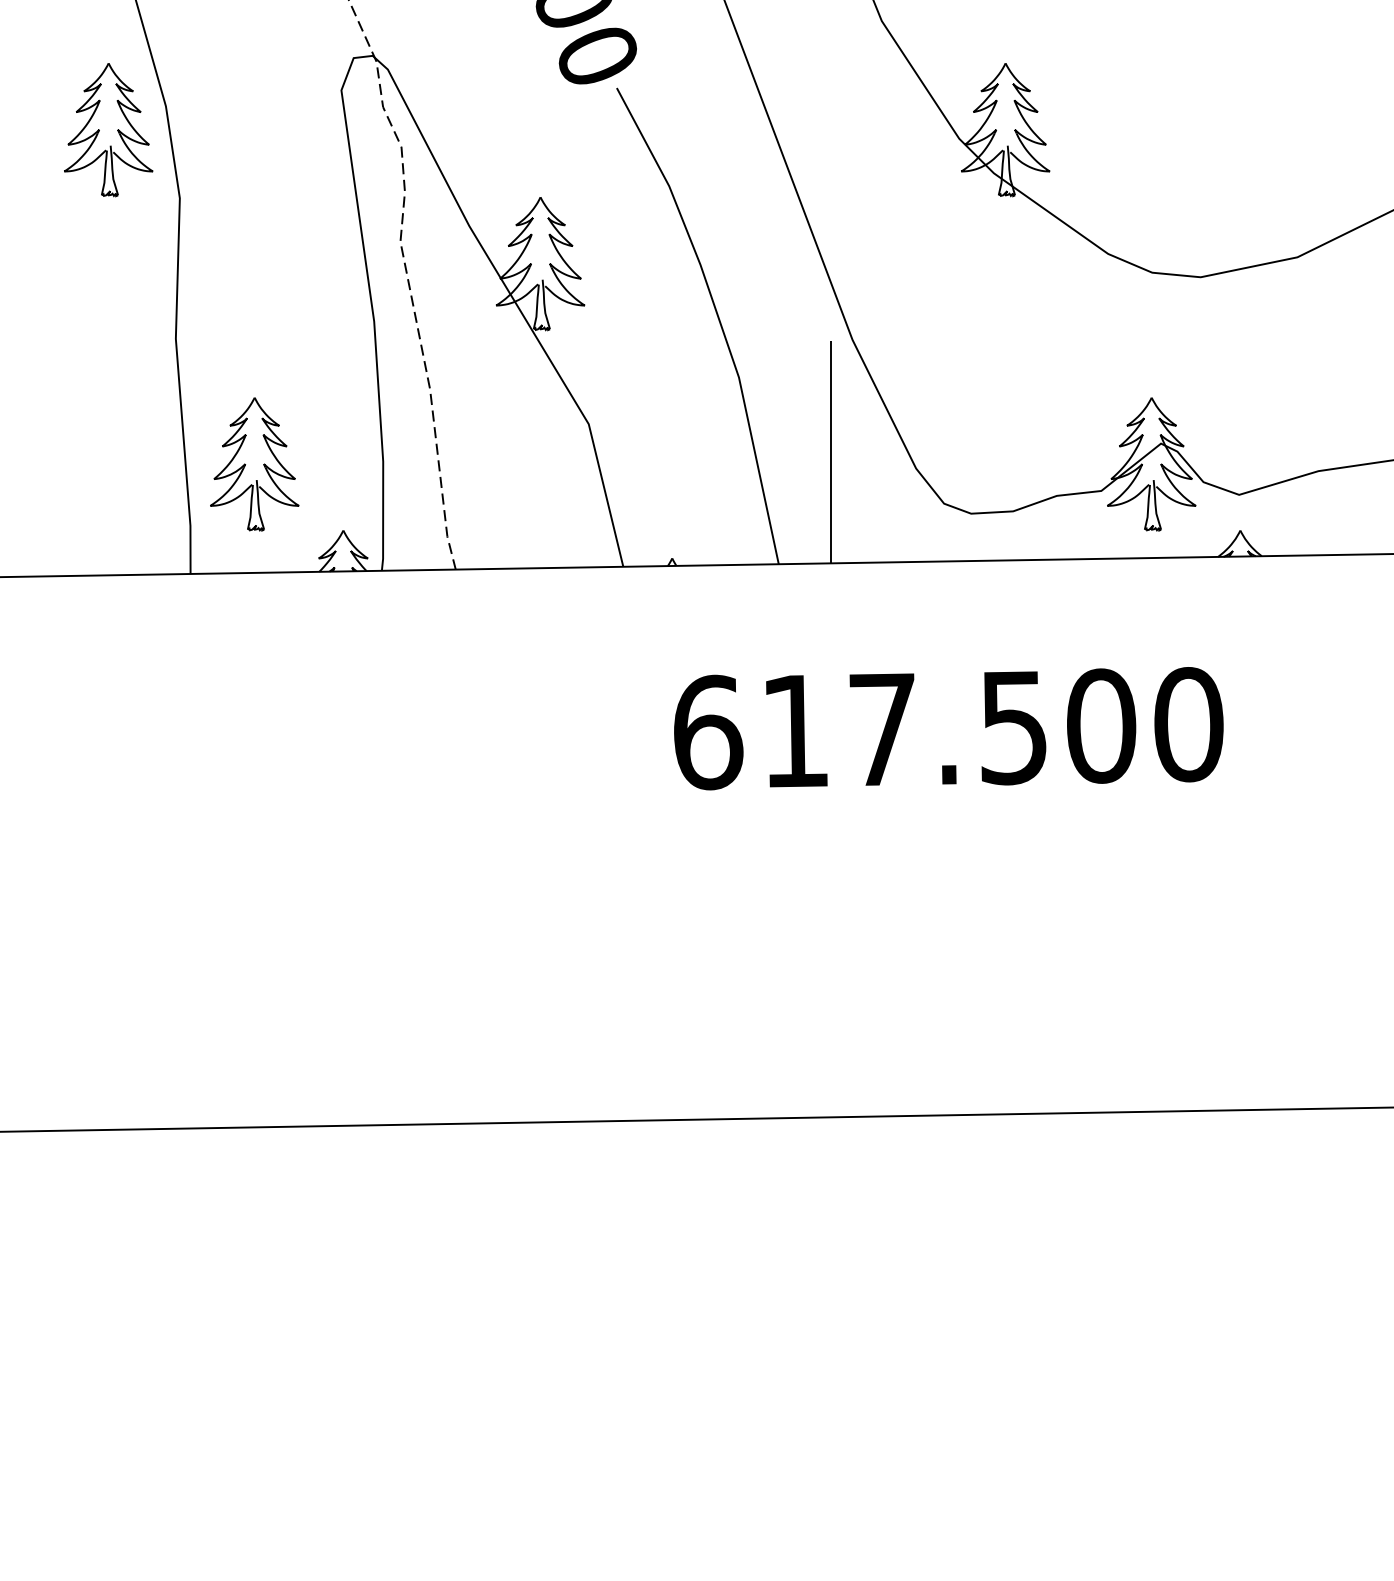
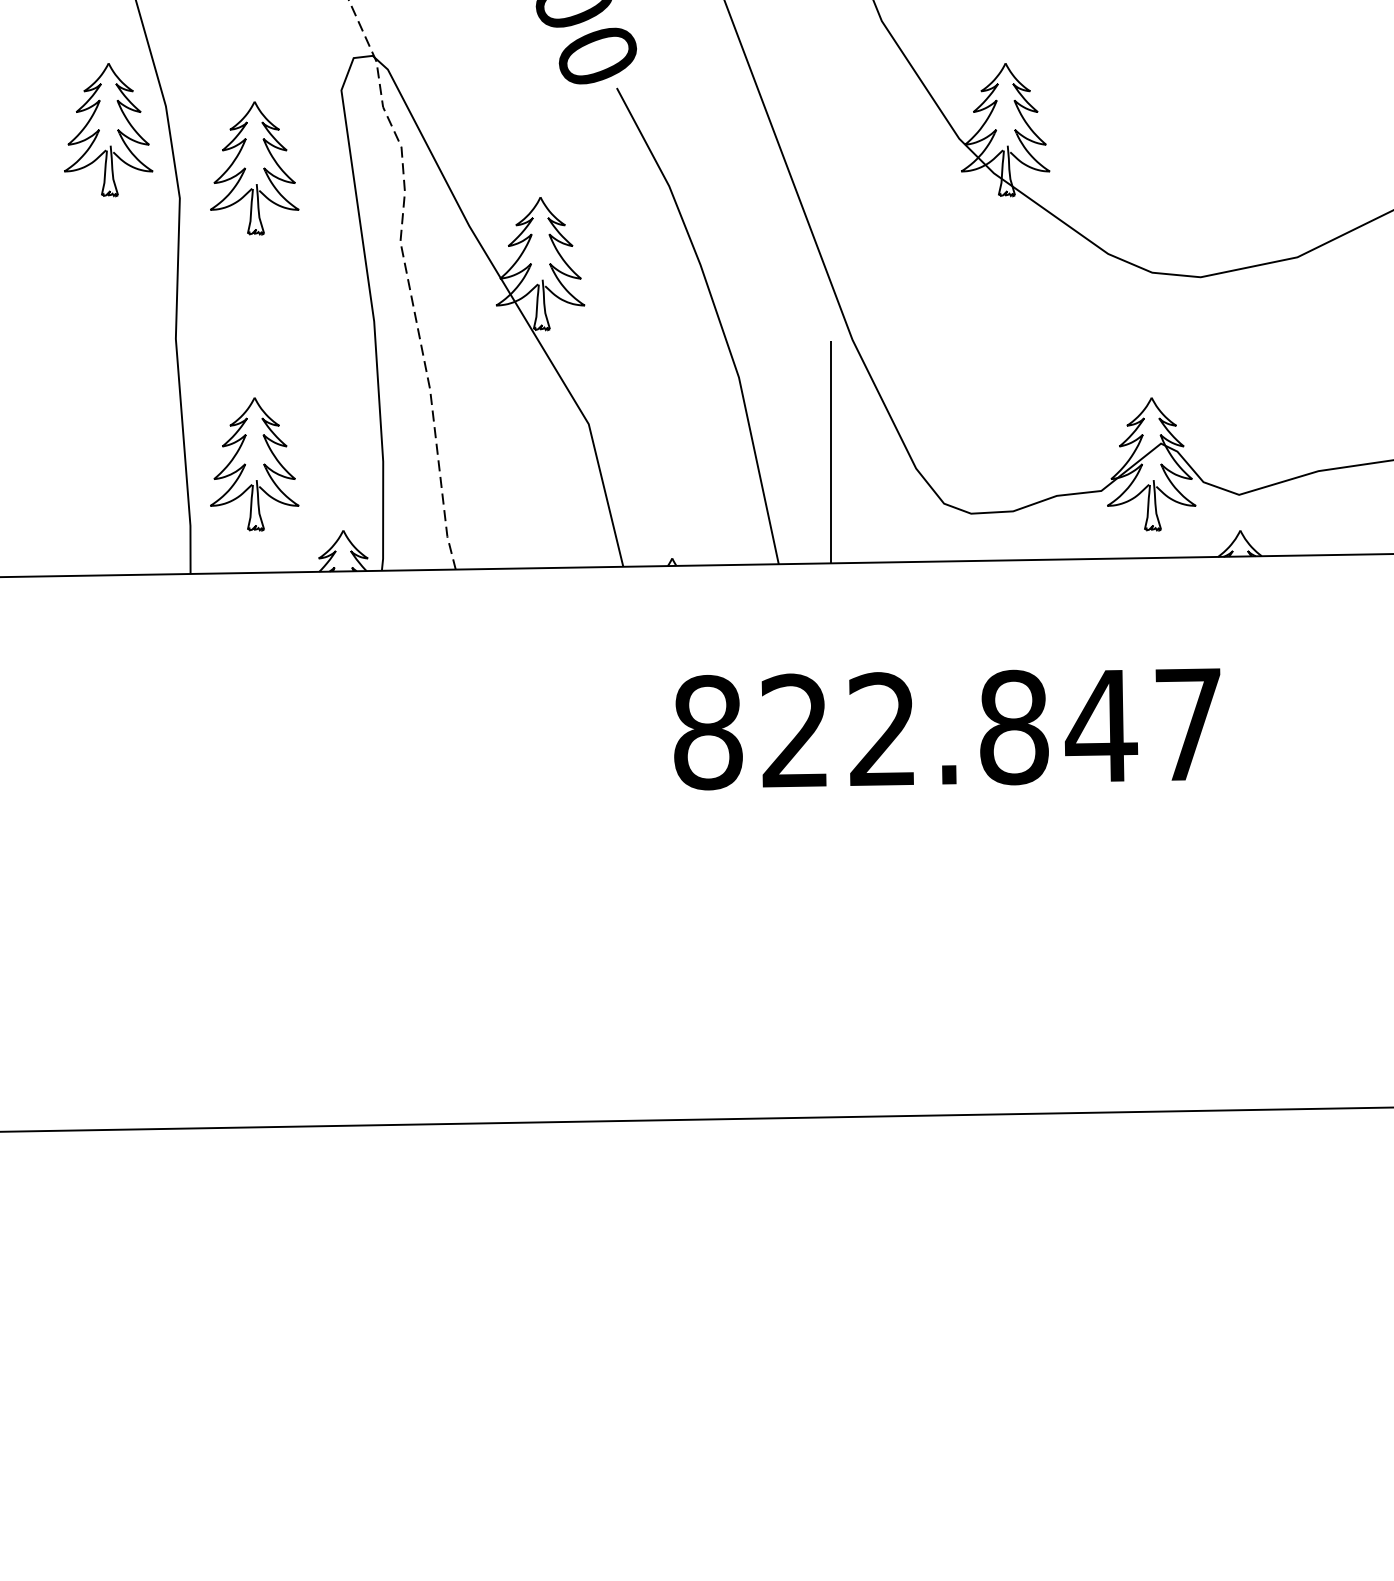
part at (254, 168): none -> present
text at (948, 728): 617.500 -> 822.847
